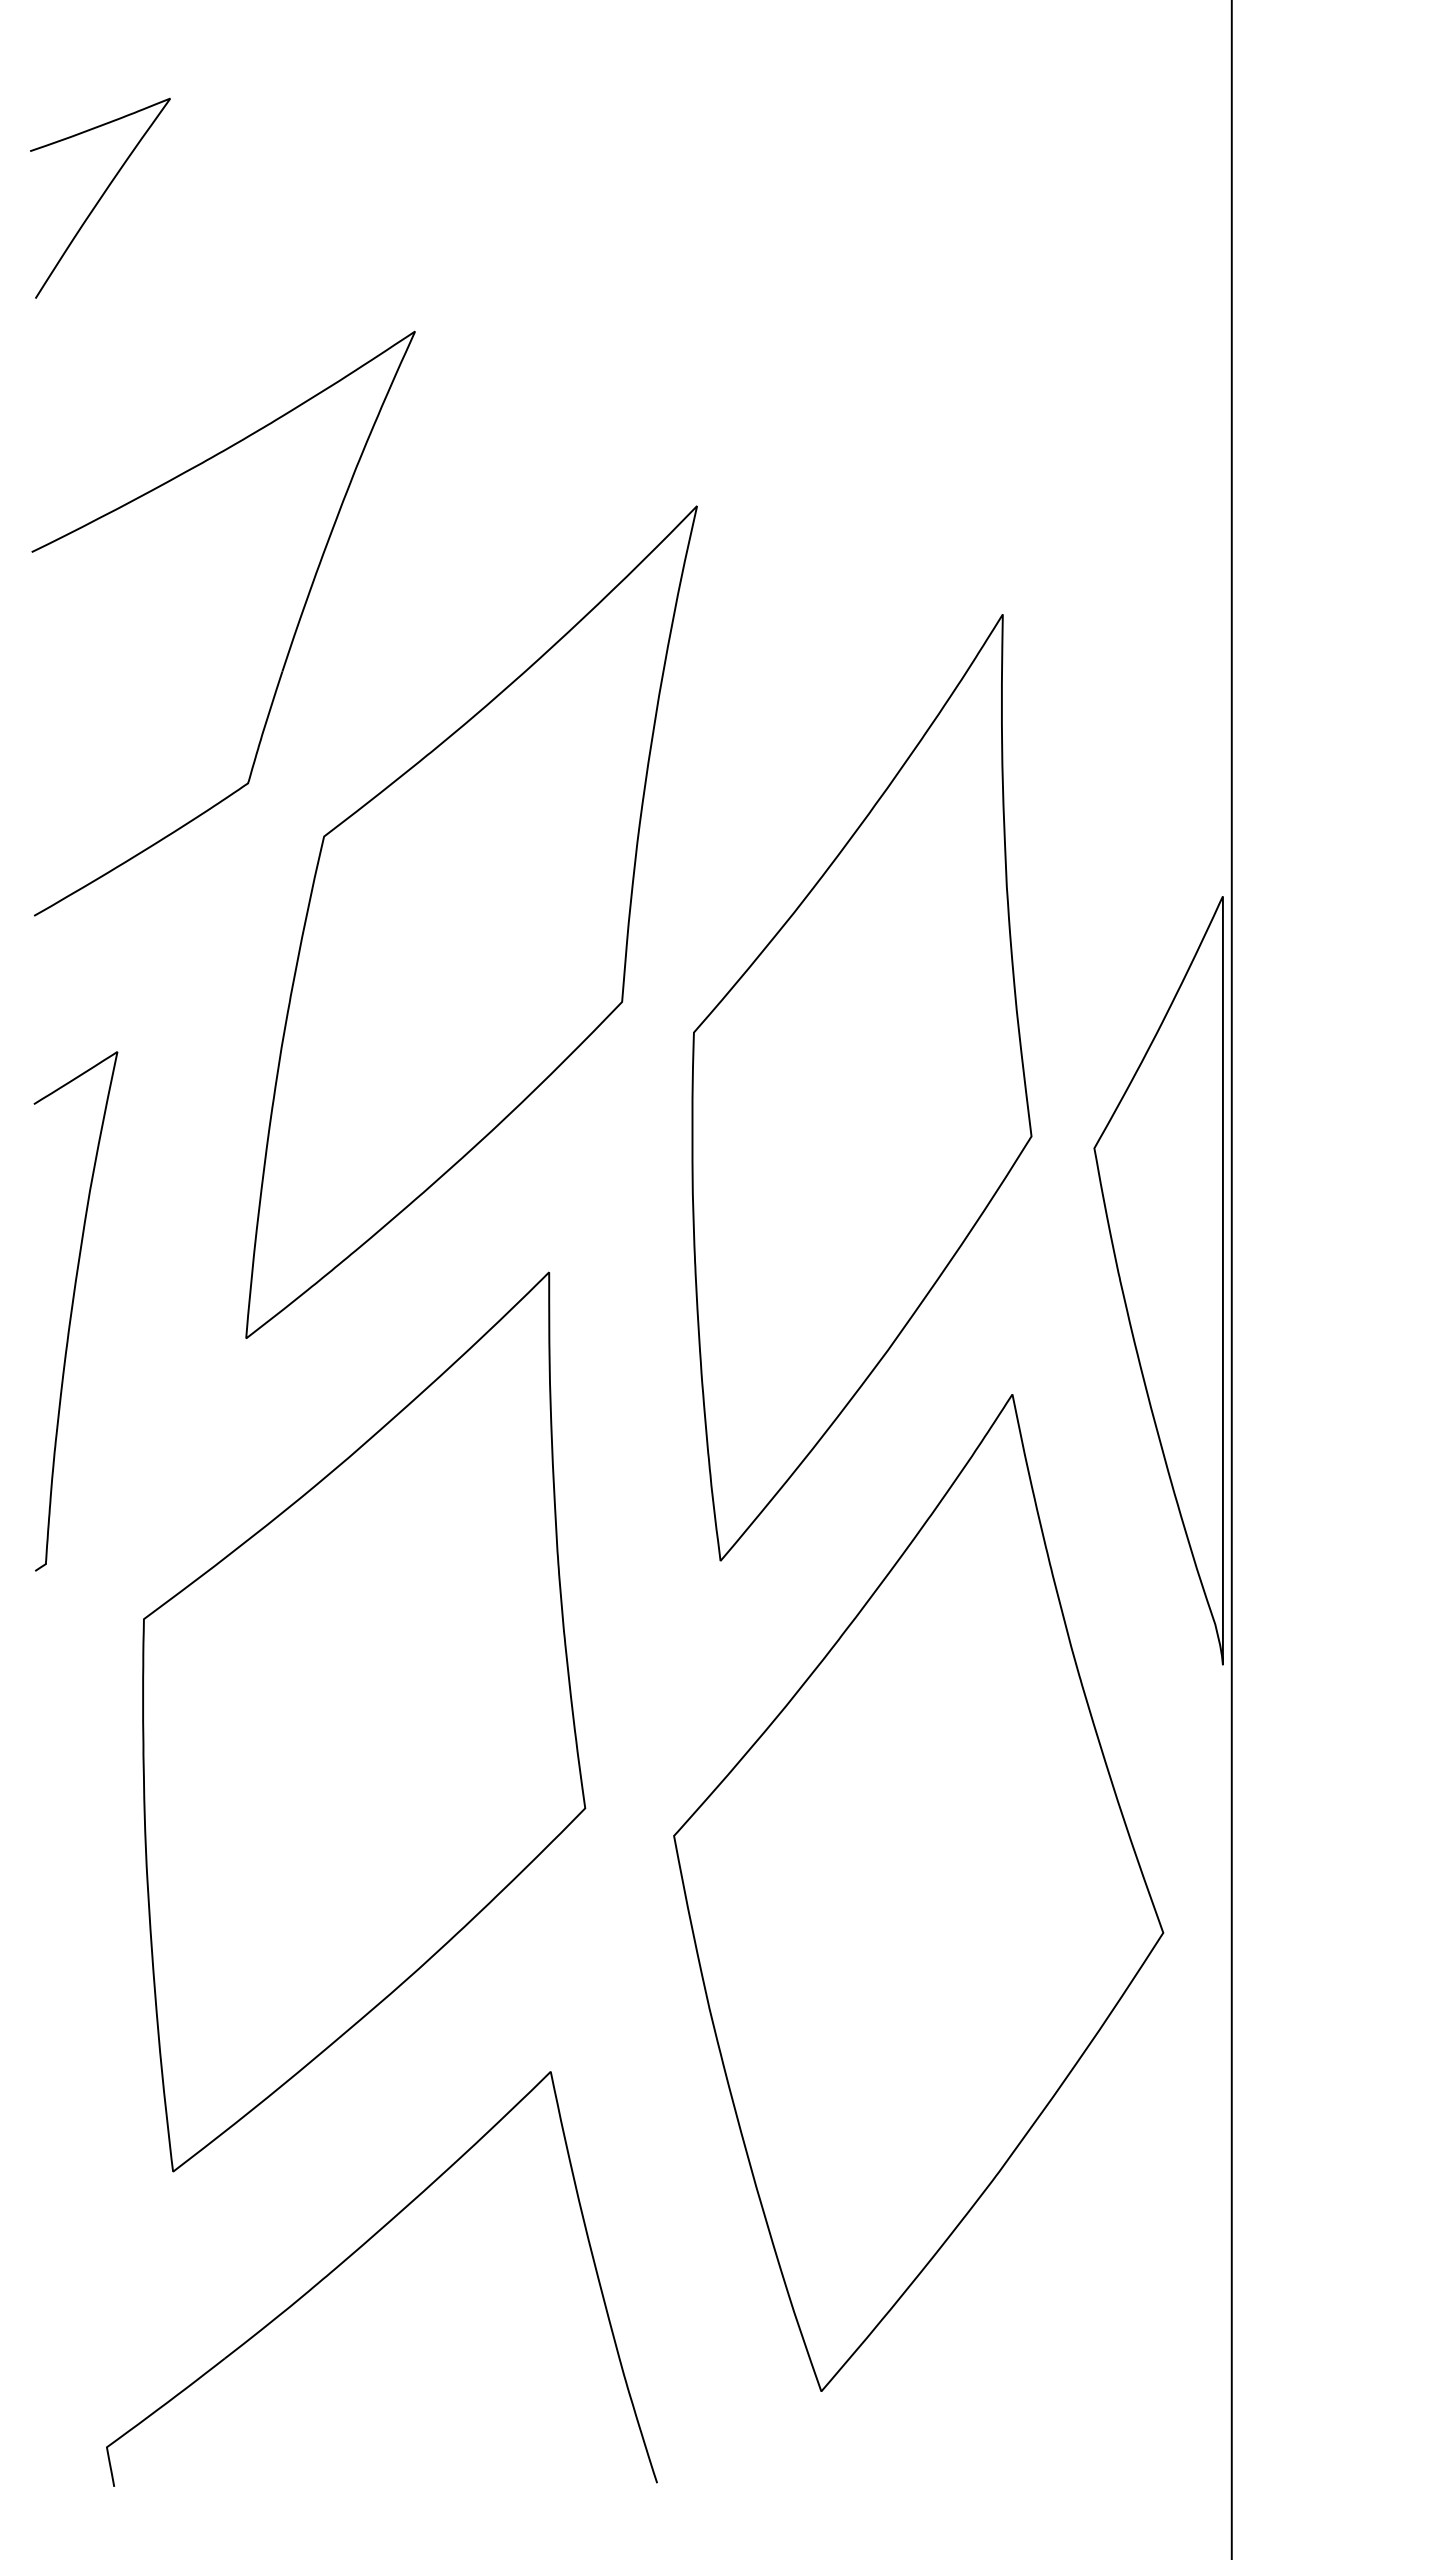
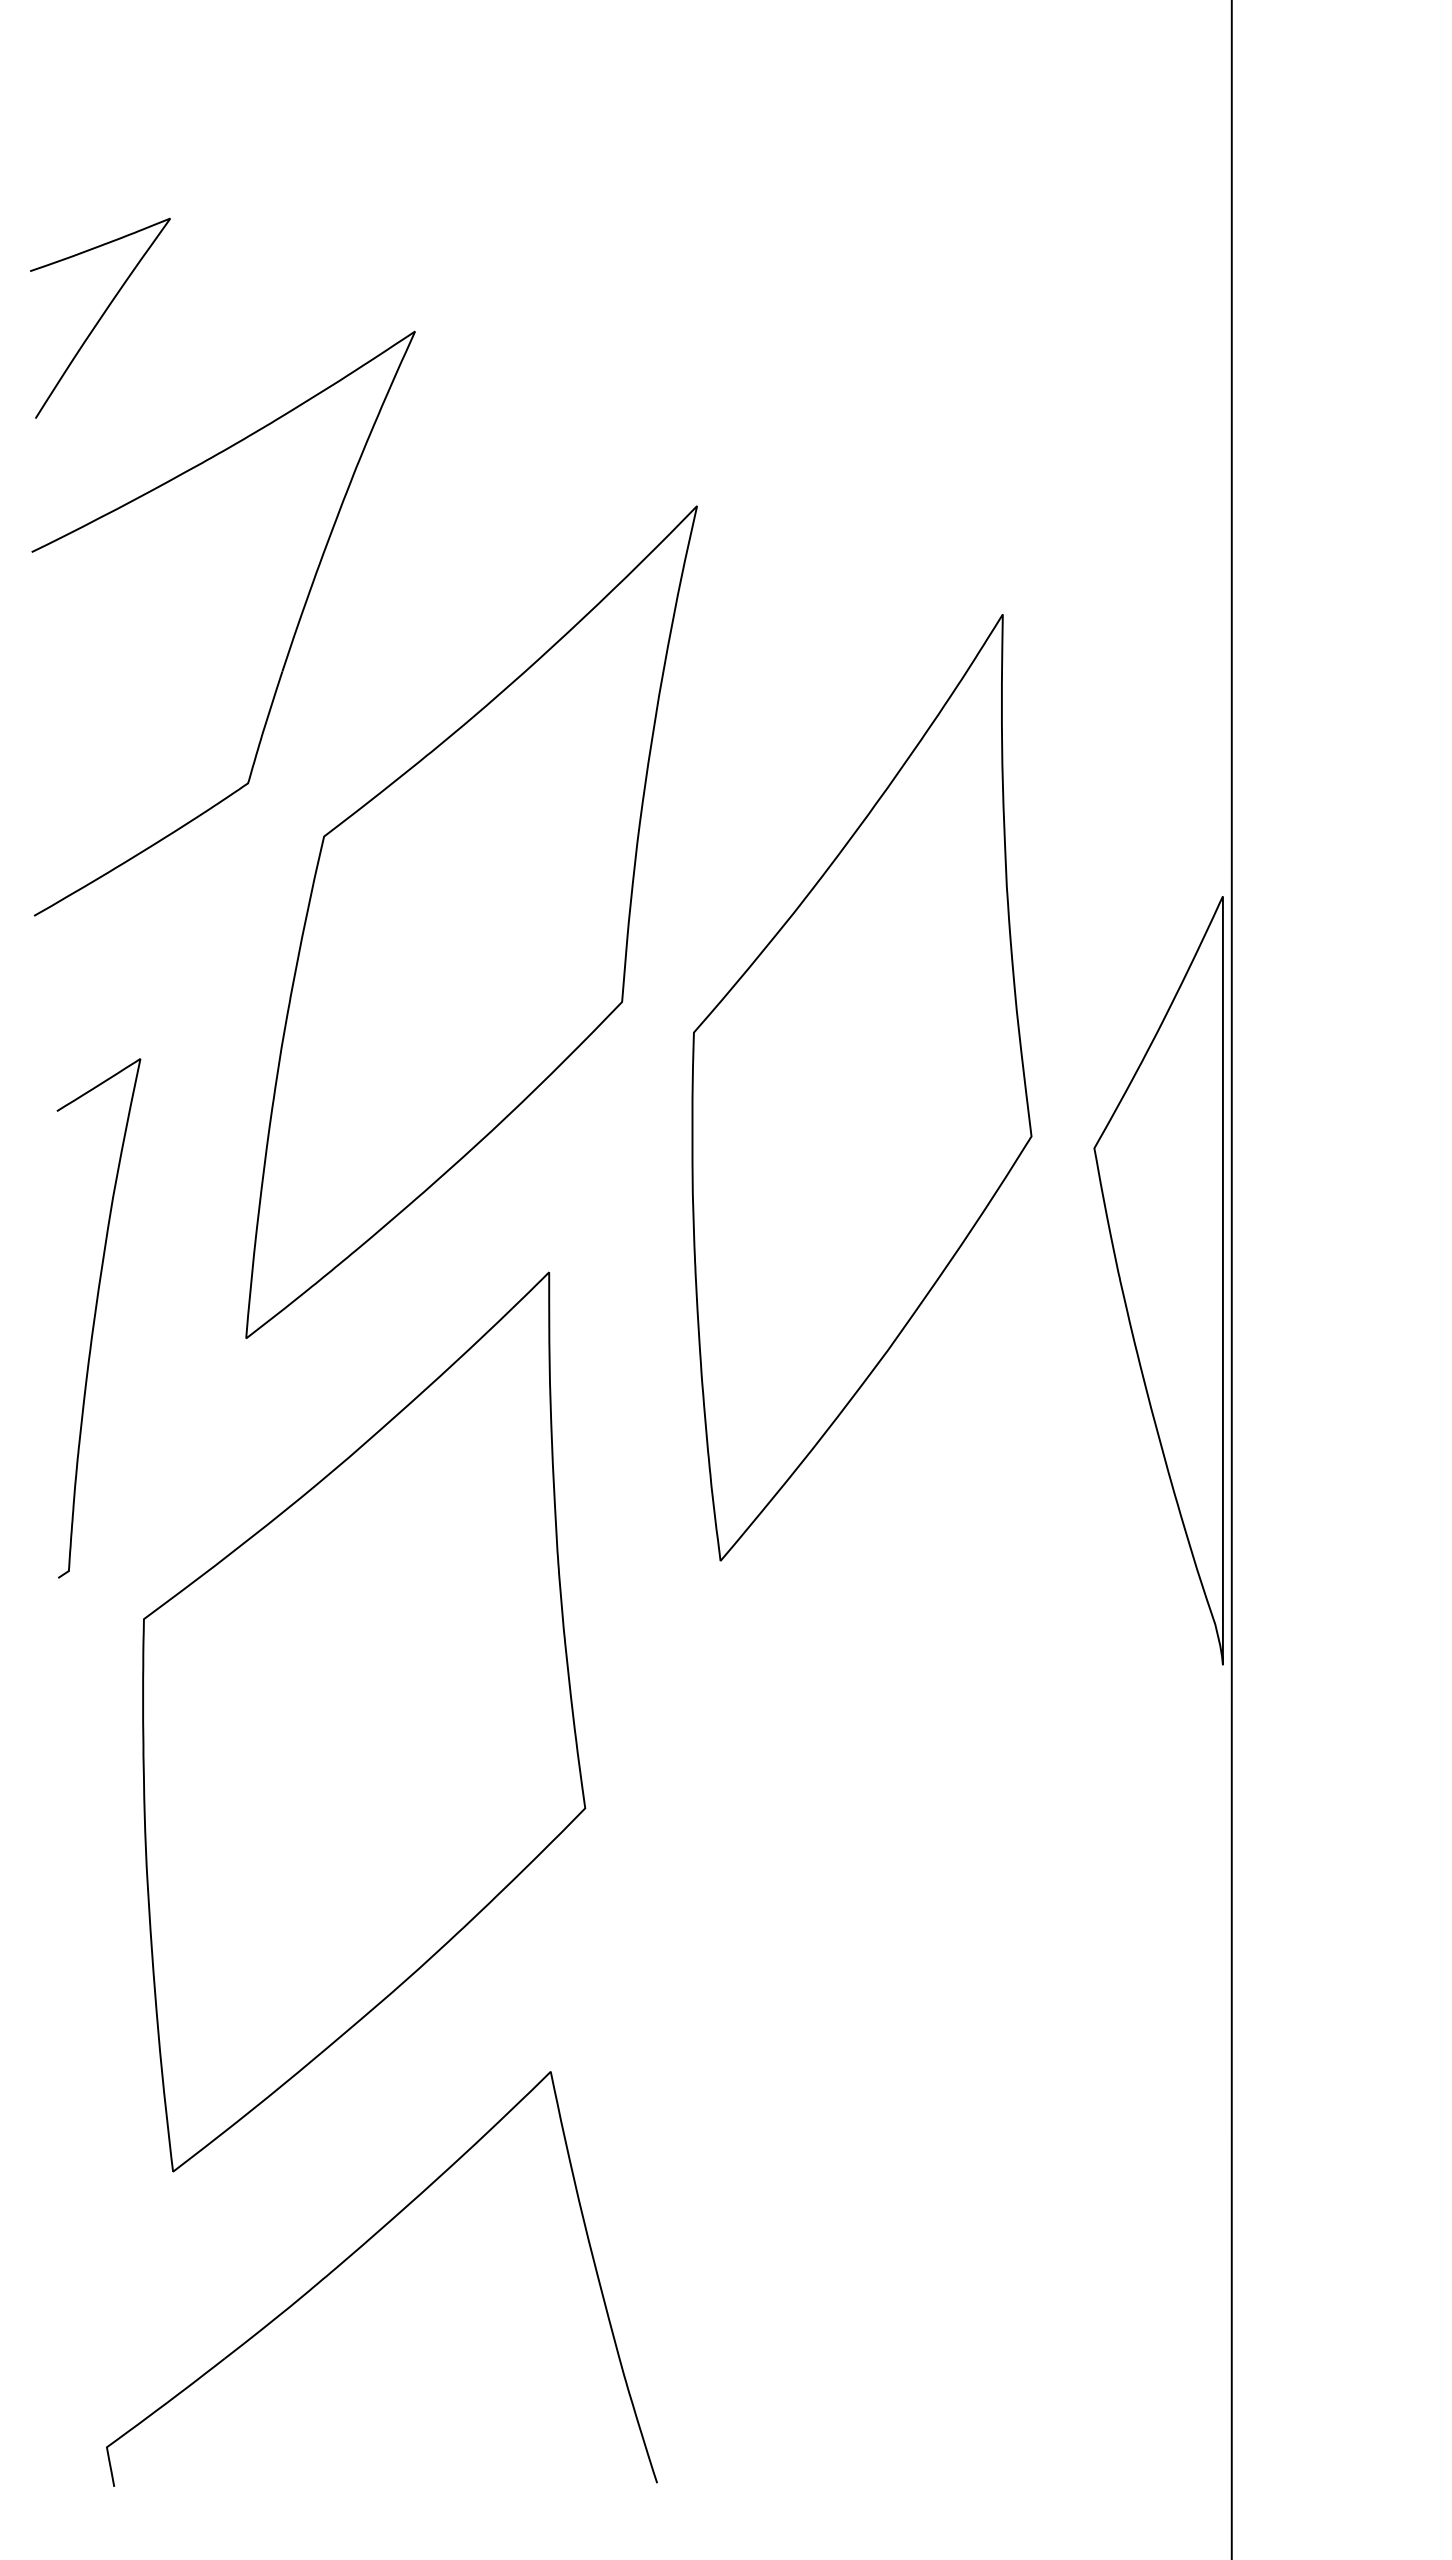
curve at (100, 197) position: (100, 197) -> (100, 317)
curve at (72, 1311) position: (72, 1311) -> (95, 1318)
part at (918, 1892): present -> none
